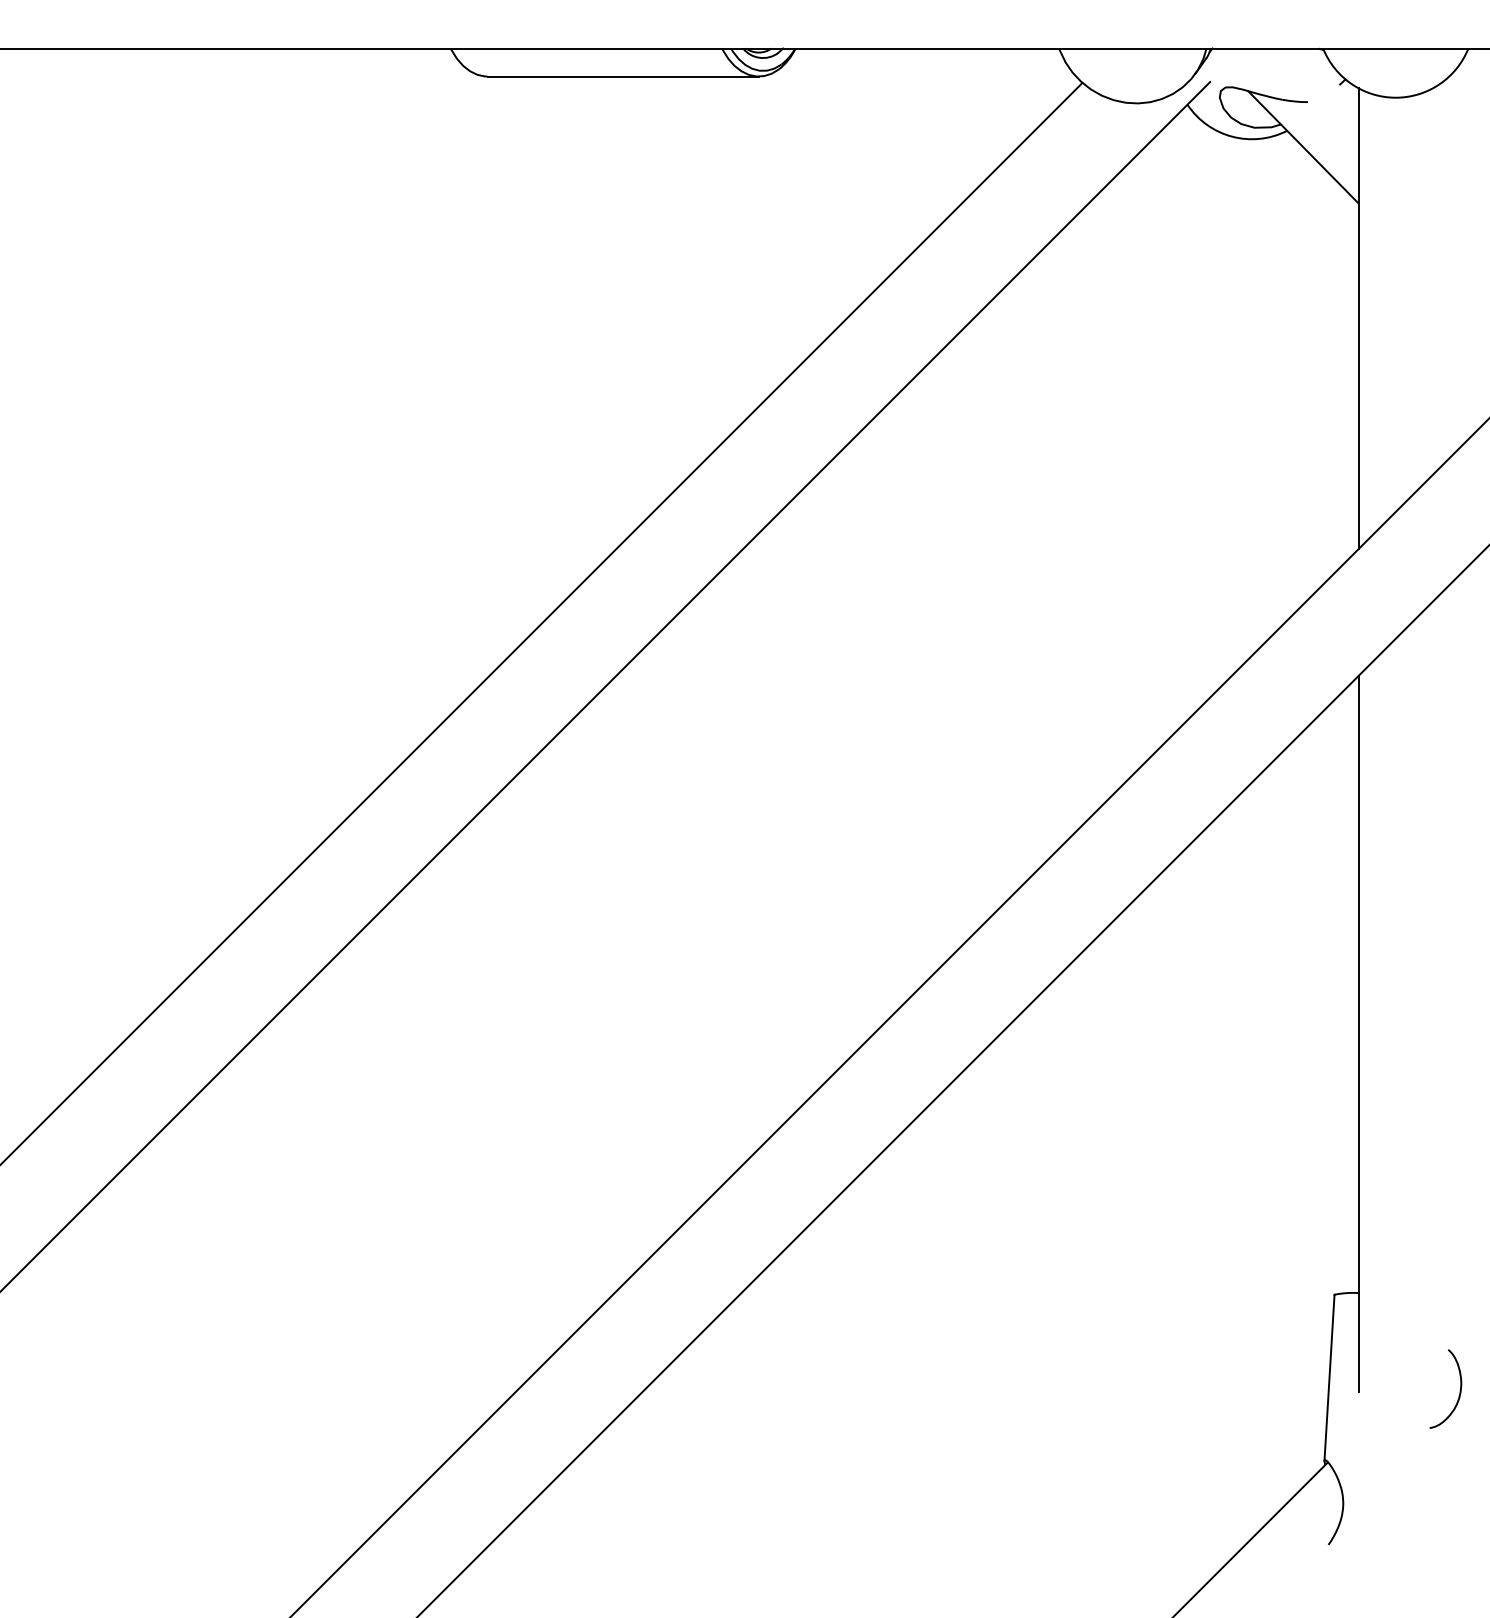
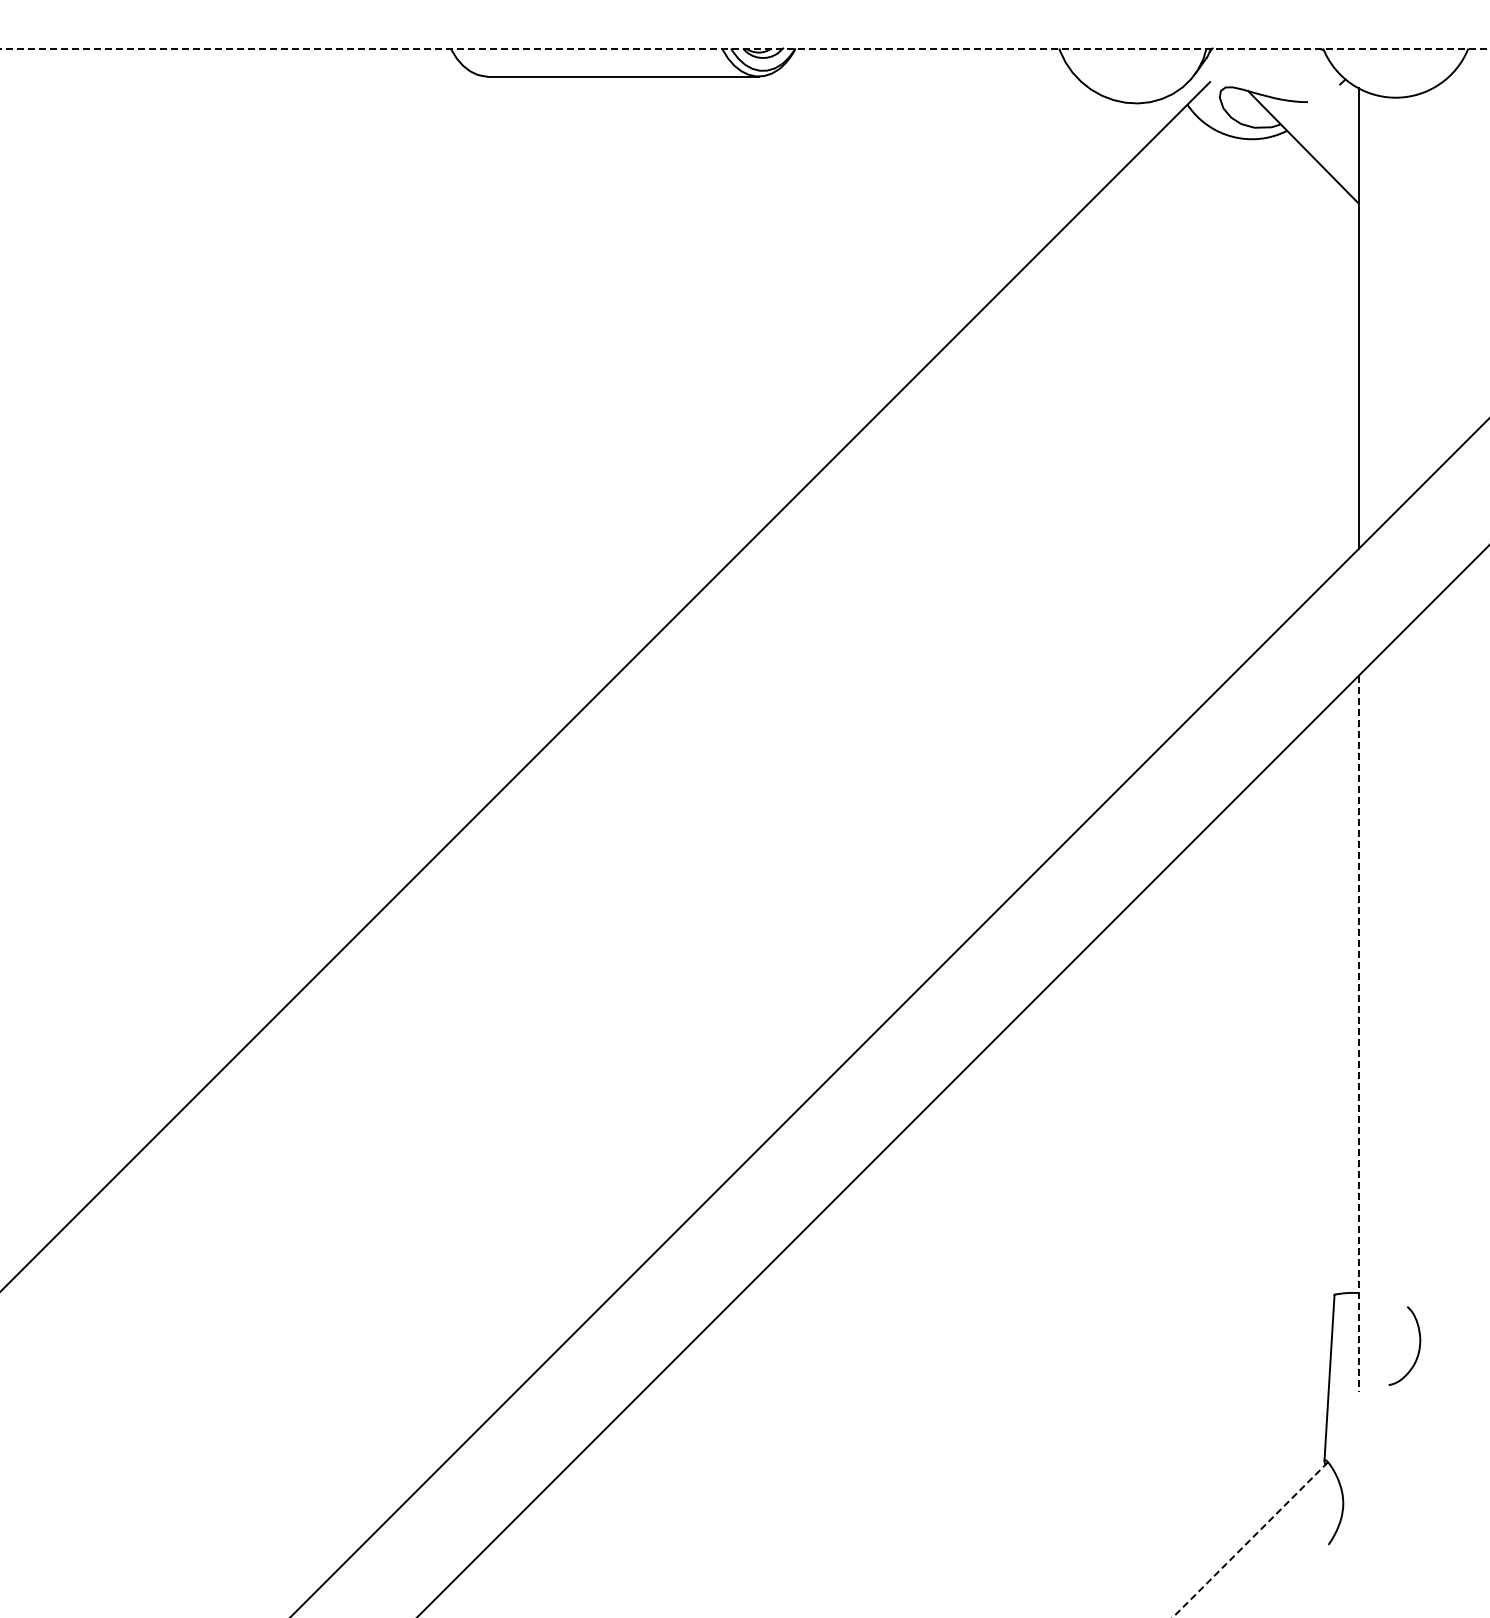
line at (745, 48): solid -> dashed
line at (542, 622): present -> none
line at (1358, 1034): solid -> dashed
curve at (1459, 1390) position: (1459, 1390) -> (1418, 1347)
line at (1250, 1540): solid -> dashed
